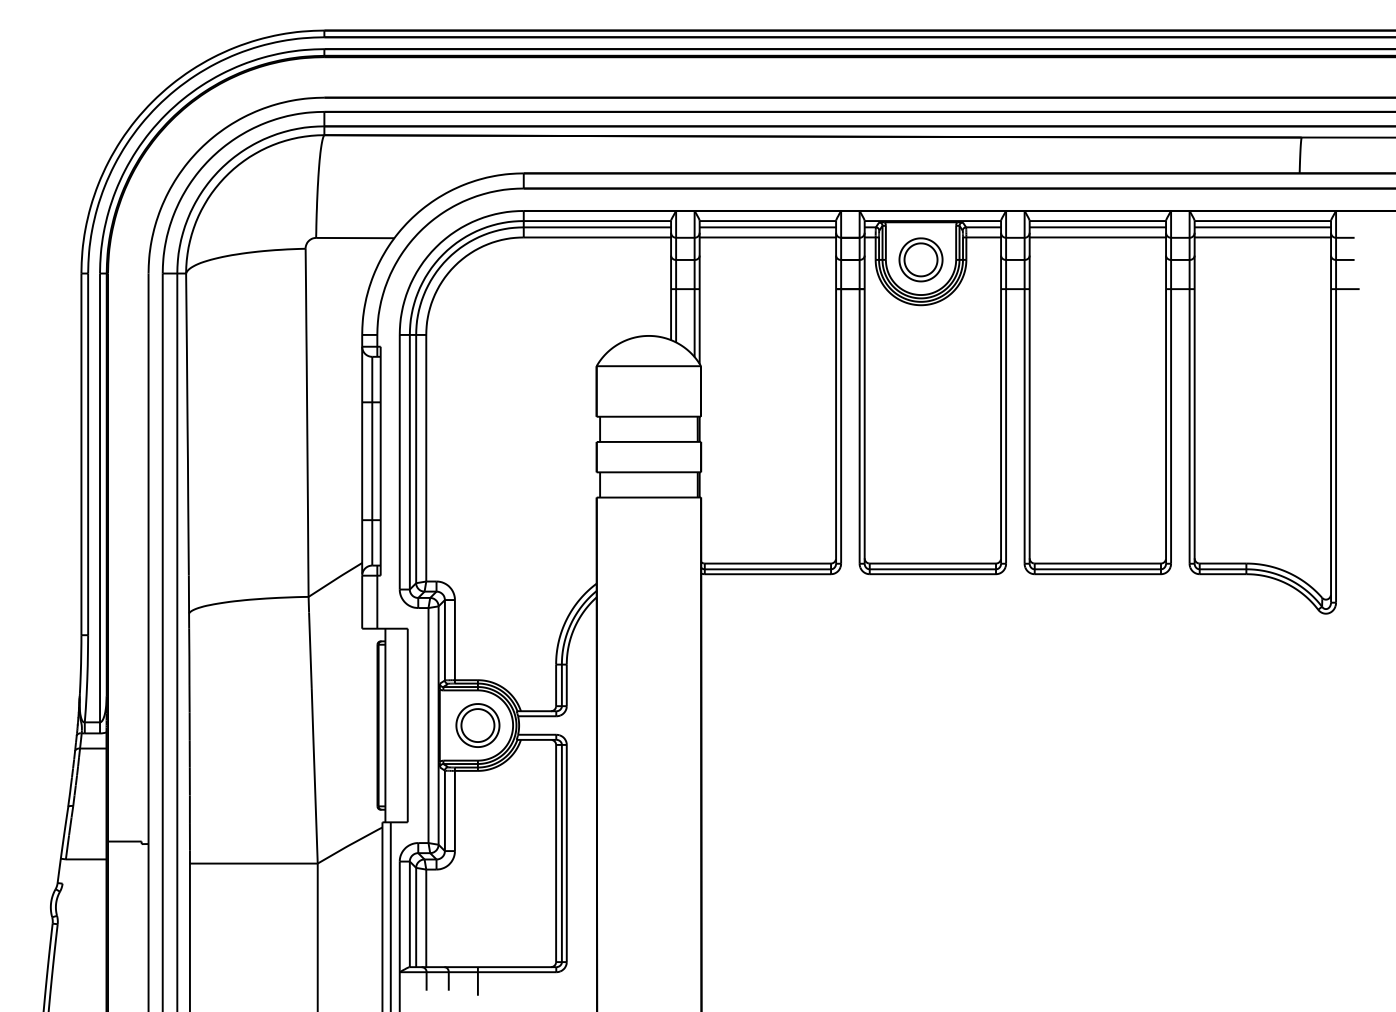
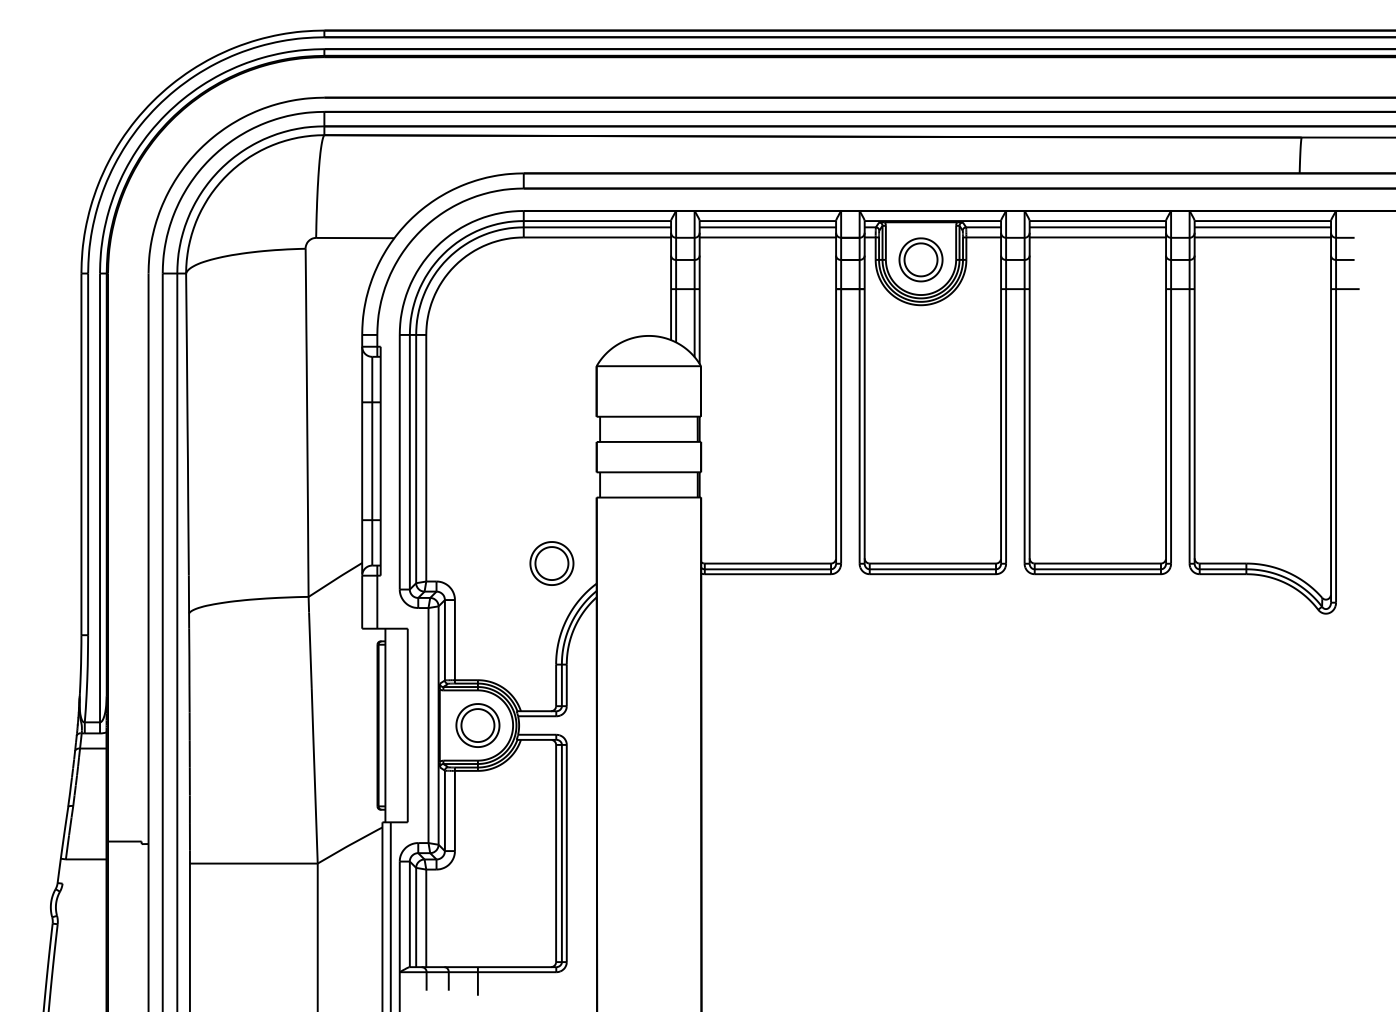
part at (551, 563): none -> present
